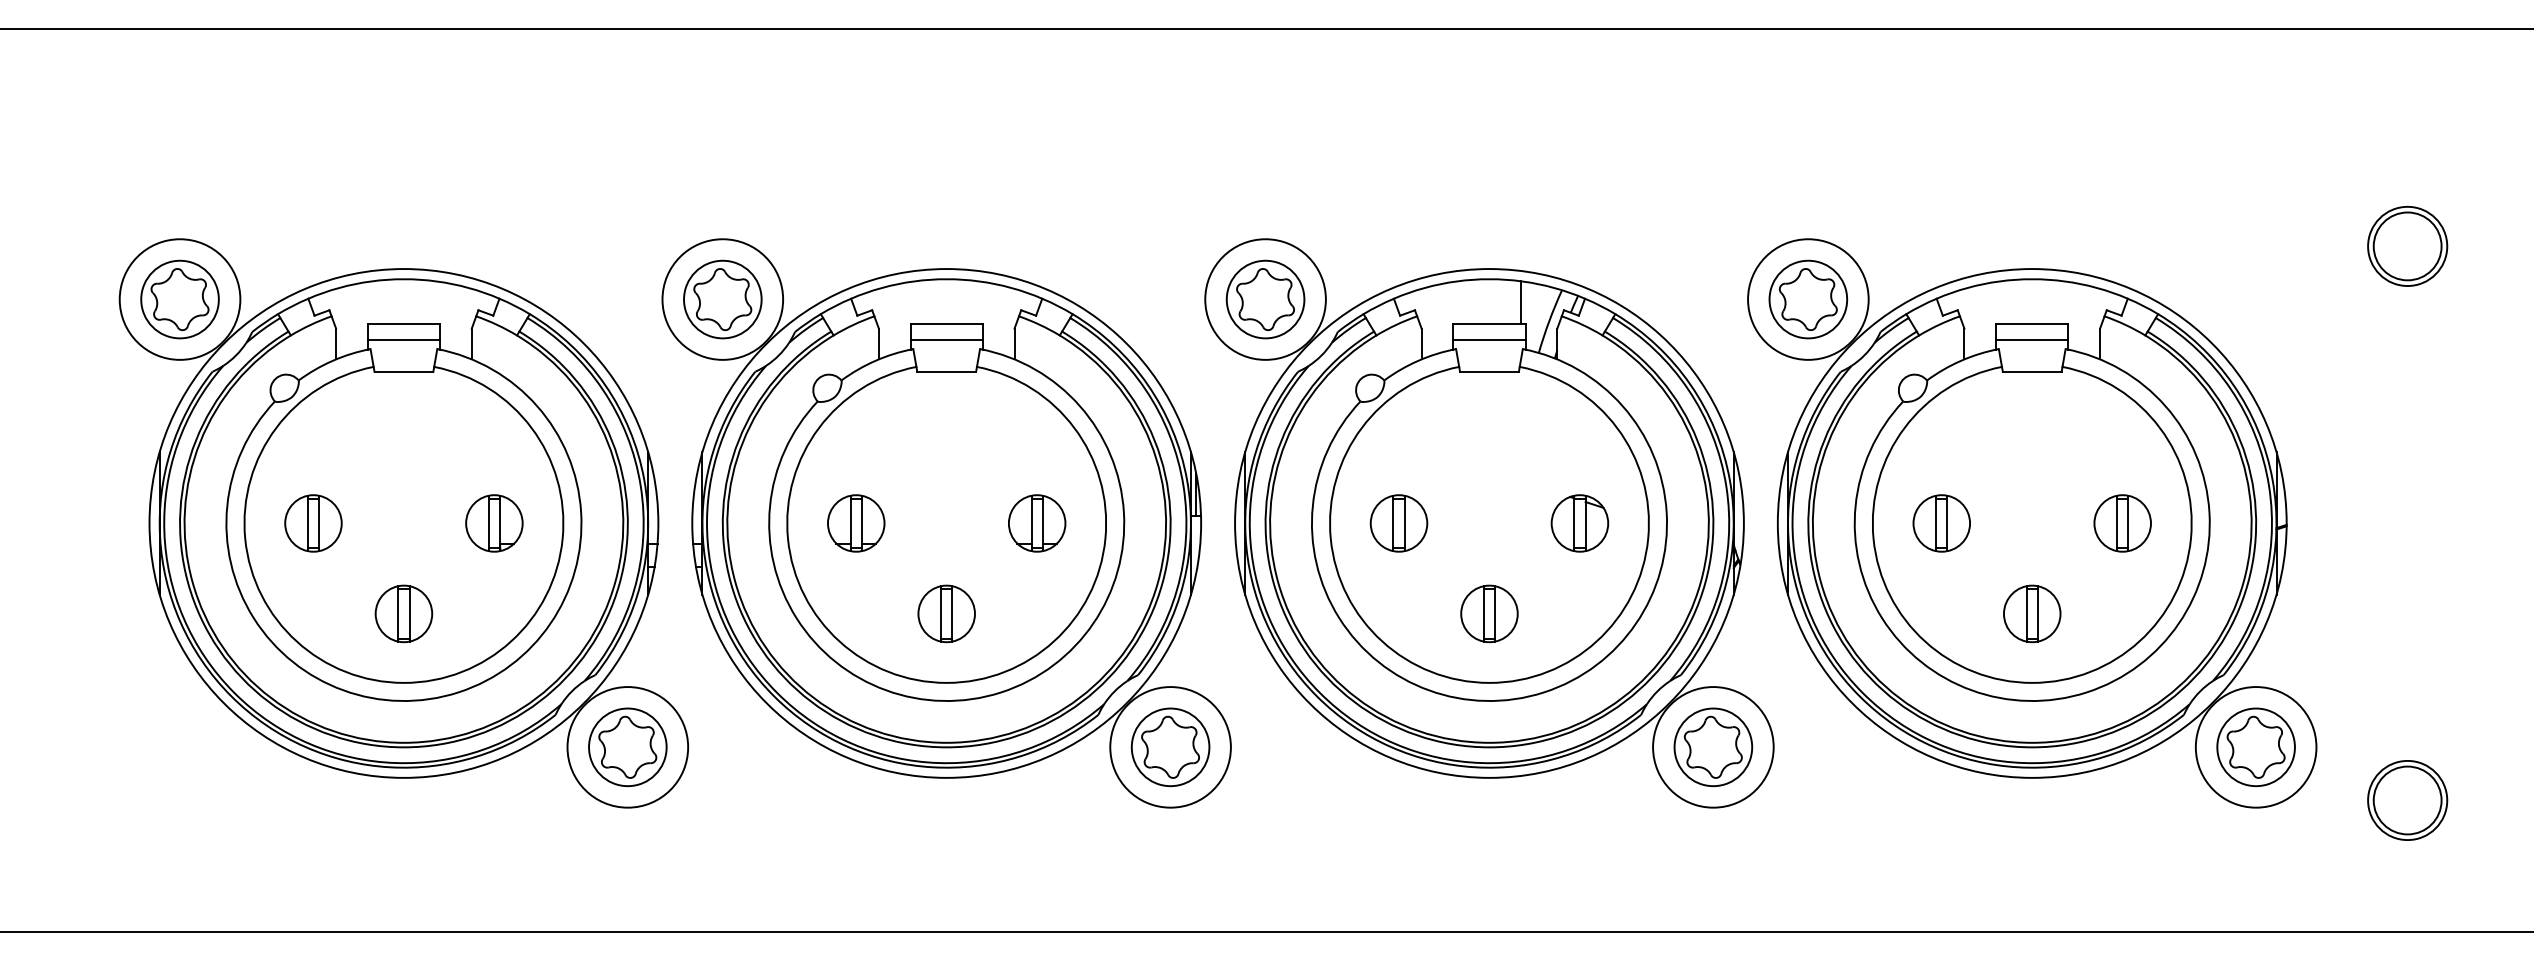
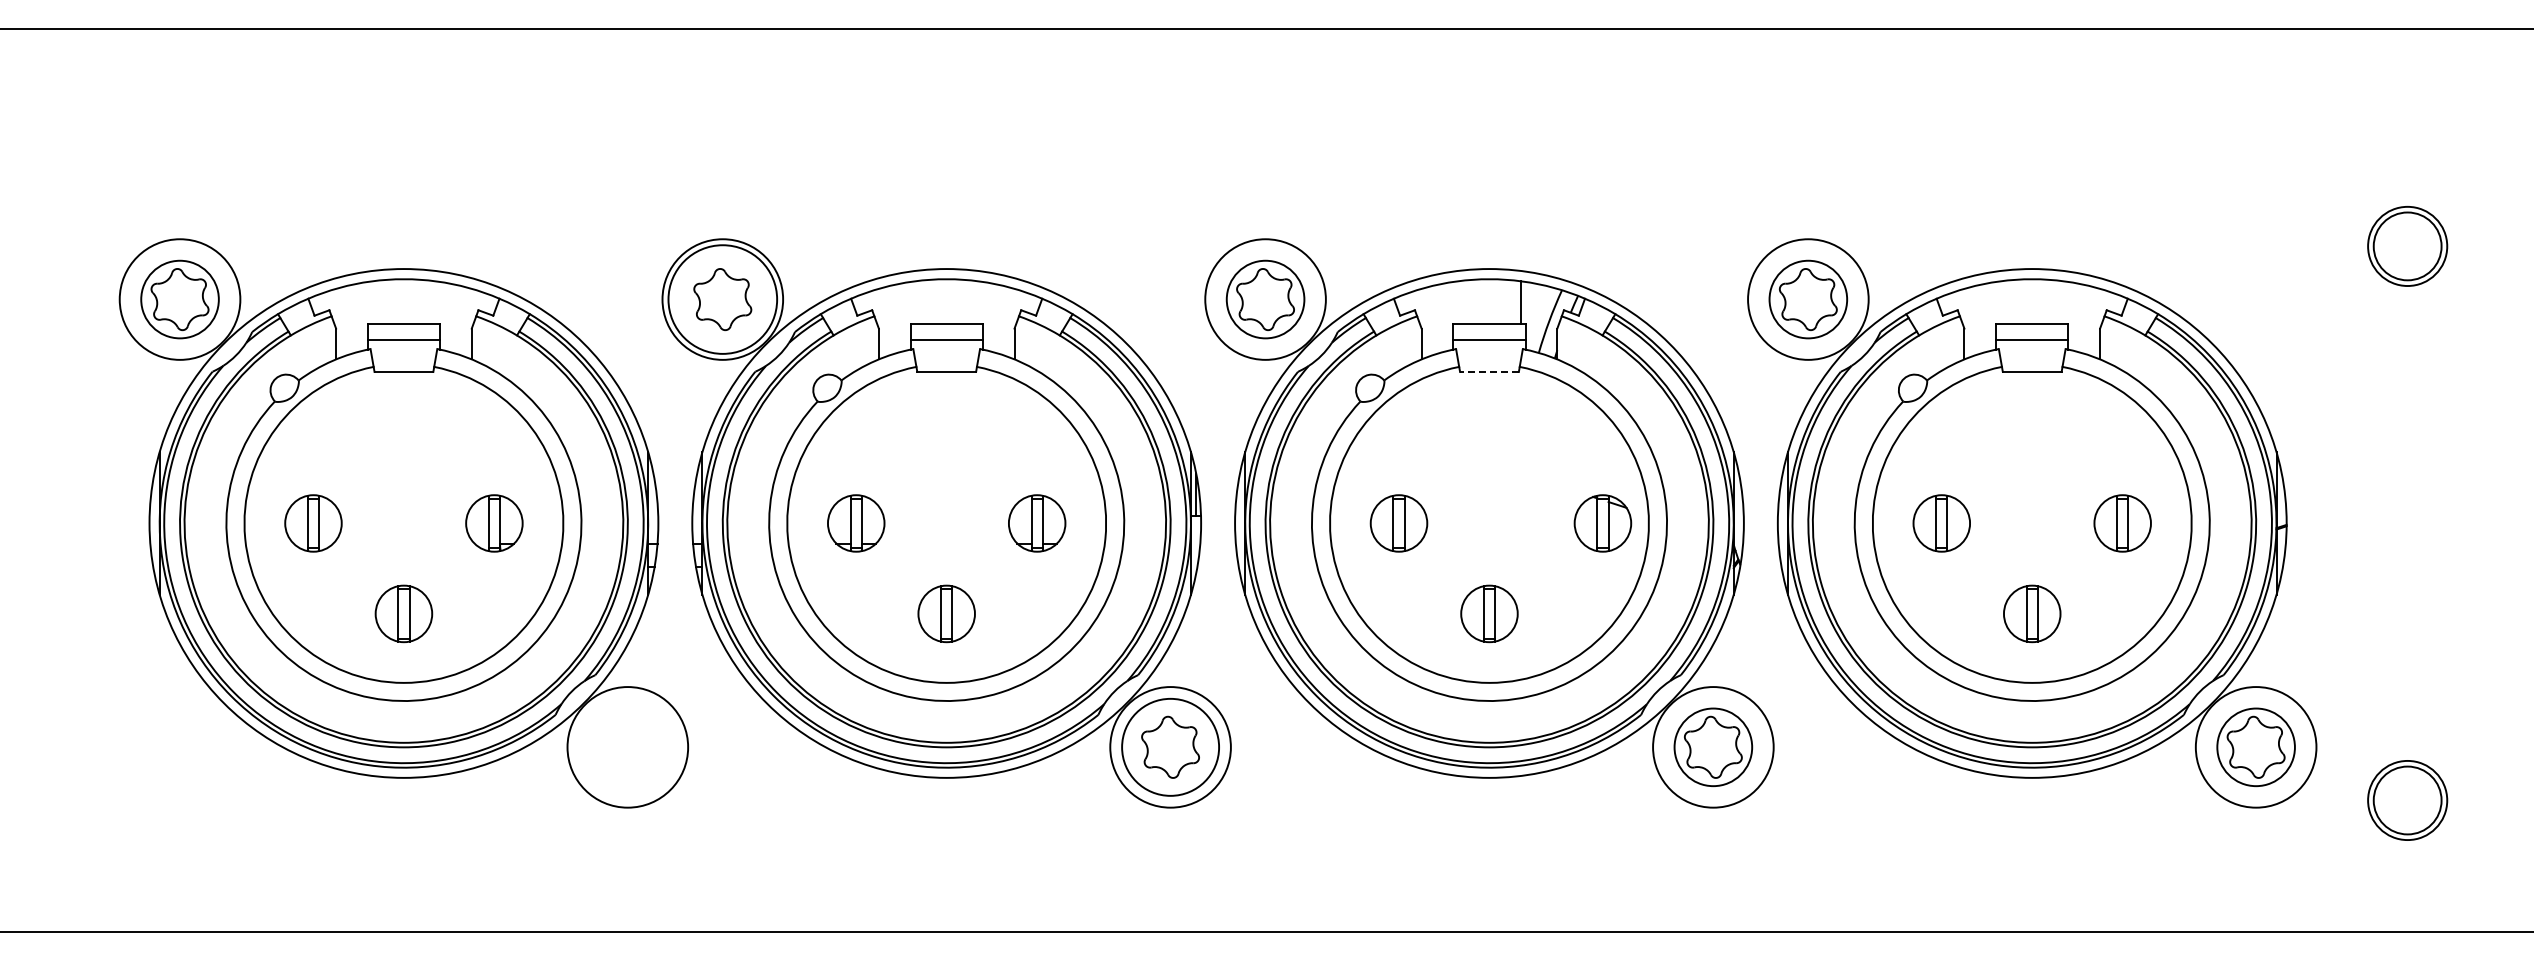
circle at (722, 299) diameter: 78 px -> 109 px
line at (1488, 371): solid -> dashed
part at (1579, 523) position: (1579, 523) -> (1602, 523)
part at (627, 747): present -> none
circle at (1170, 747) diameter: 78 px -> 97 px
